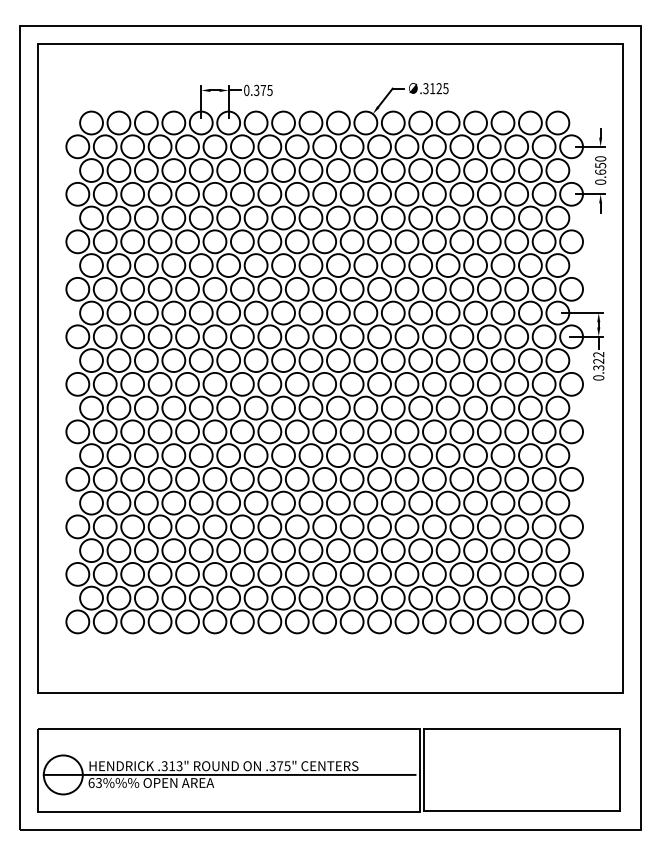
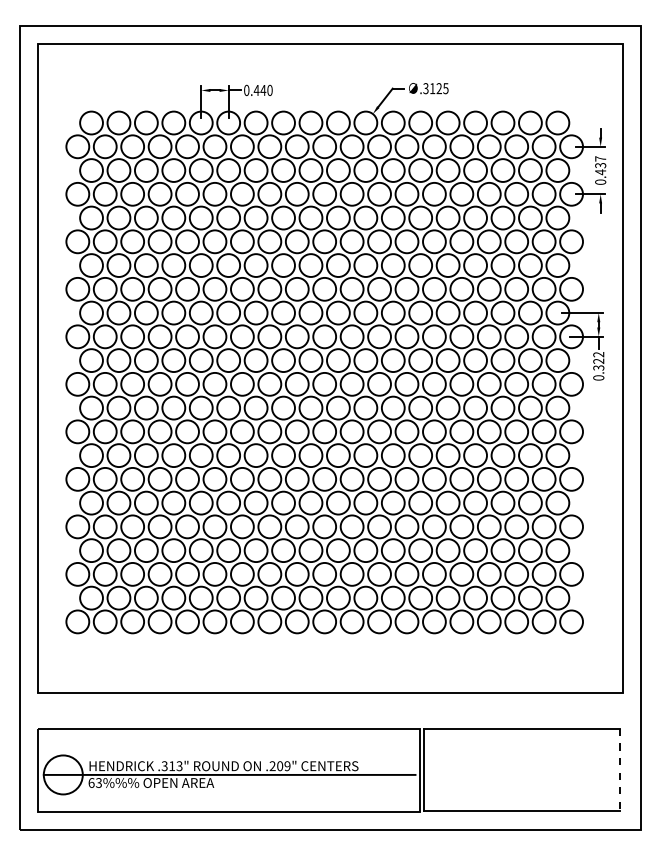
text at (262, 90): 0.375 -> 0.440
text at (600, 165): 0.650 -> 0.437
text at (279, 766): .375" -> .209"
line at (619, 770): solid -> dashed
